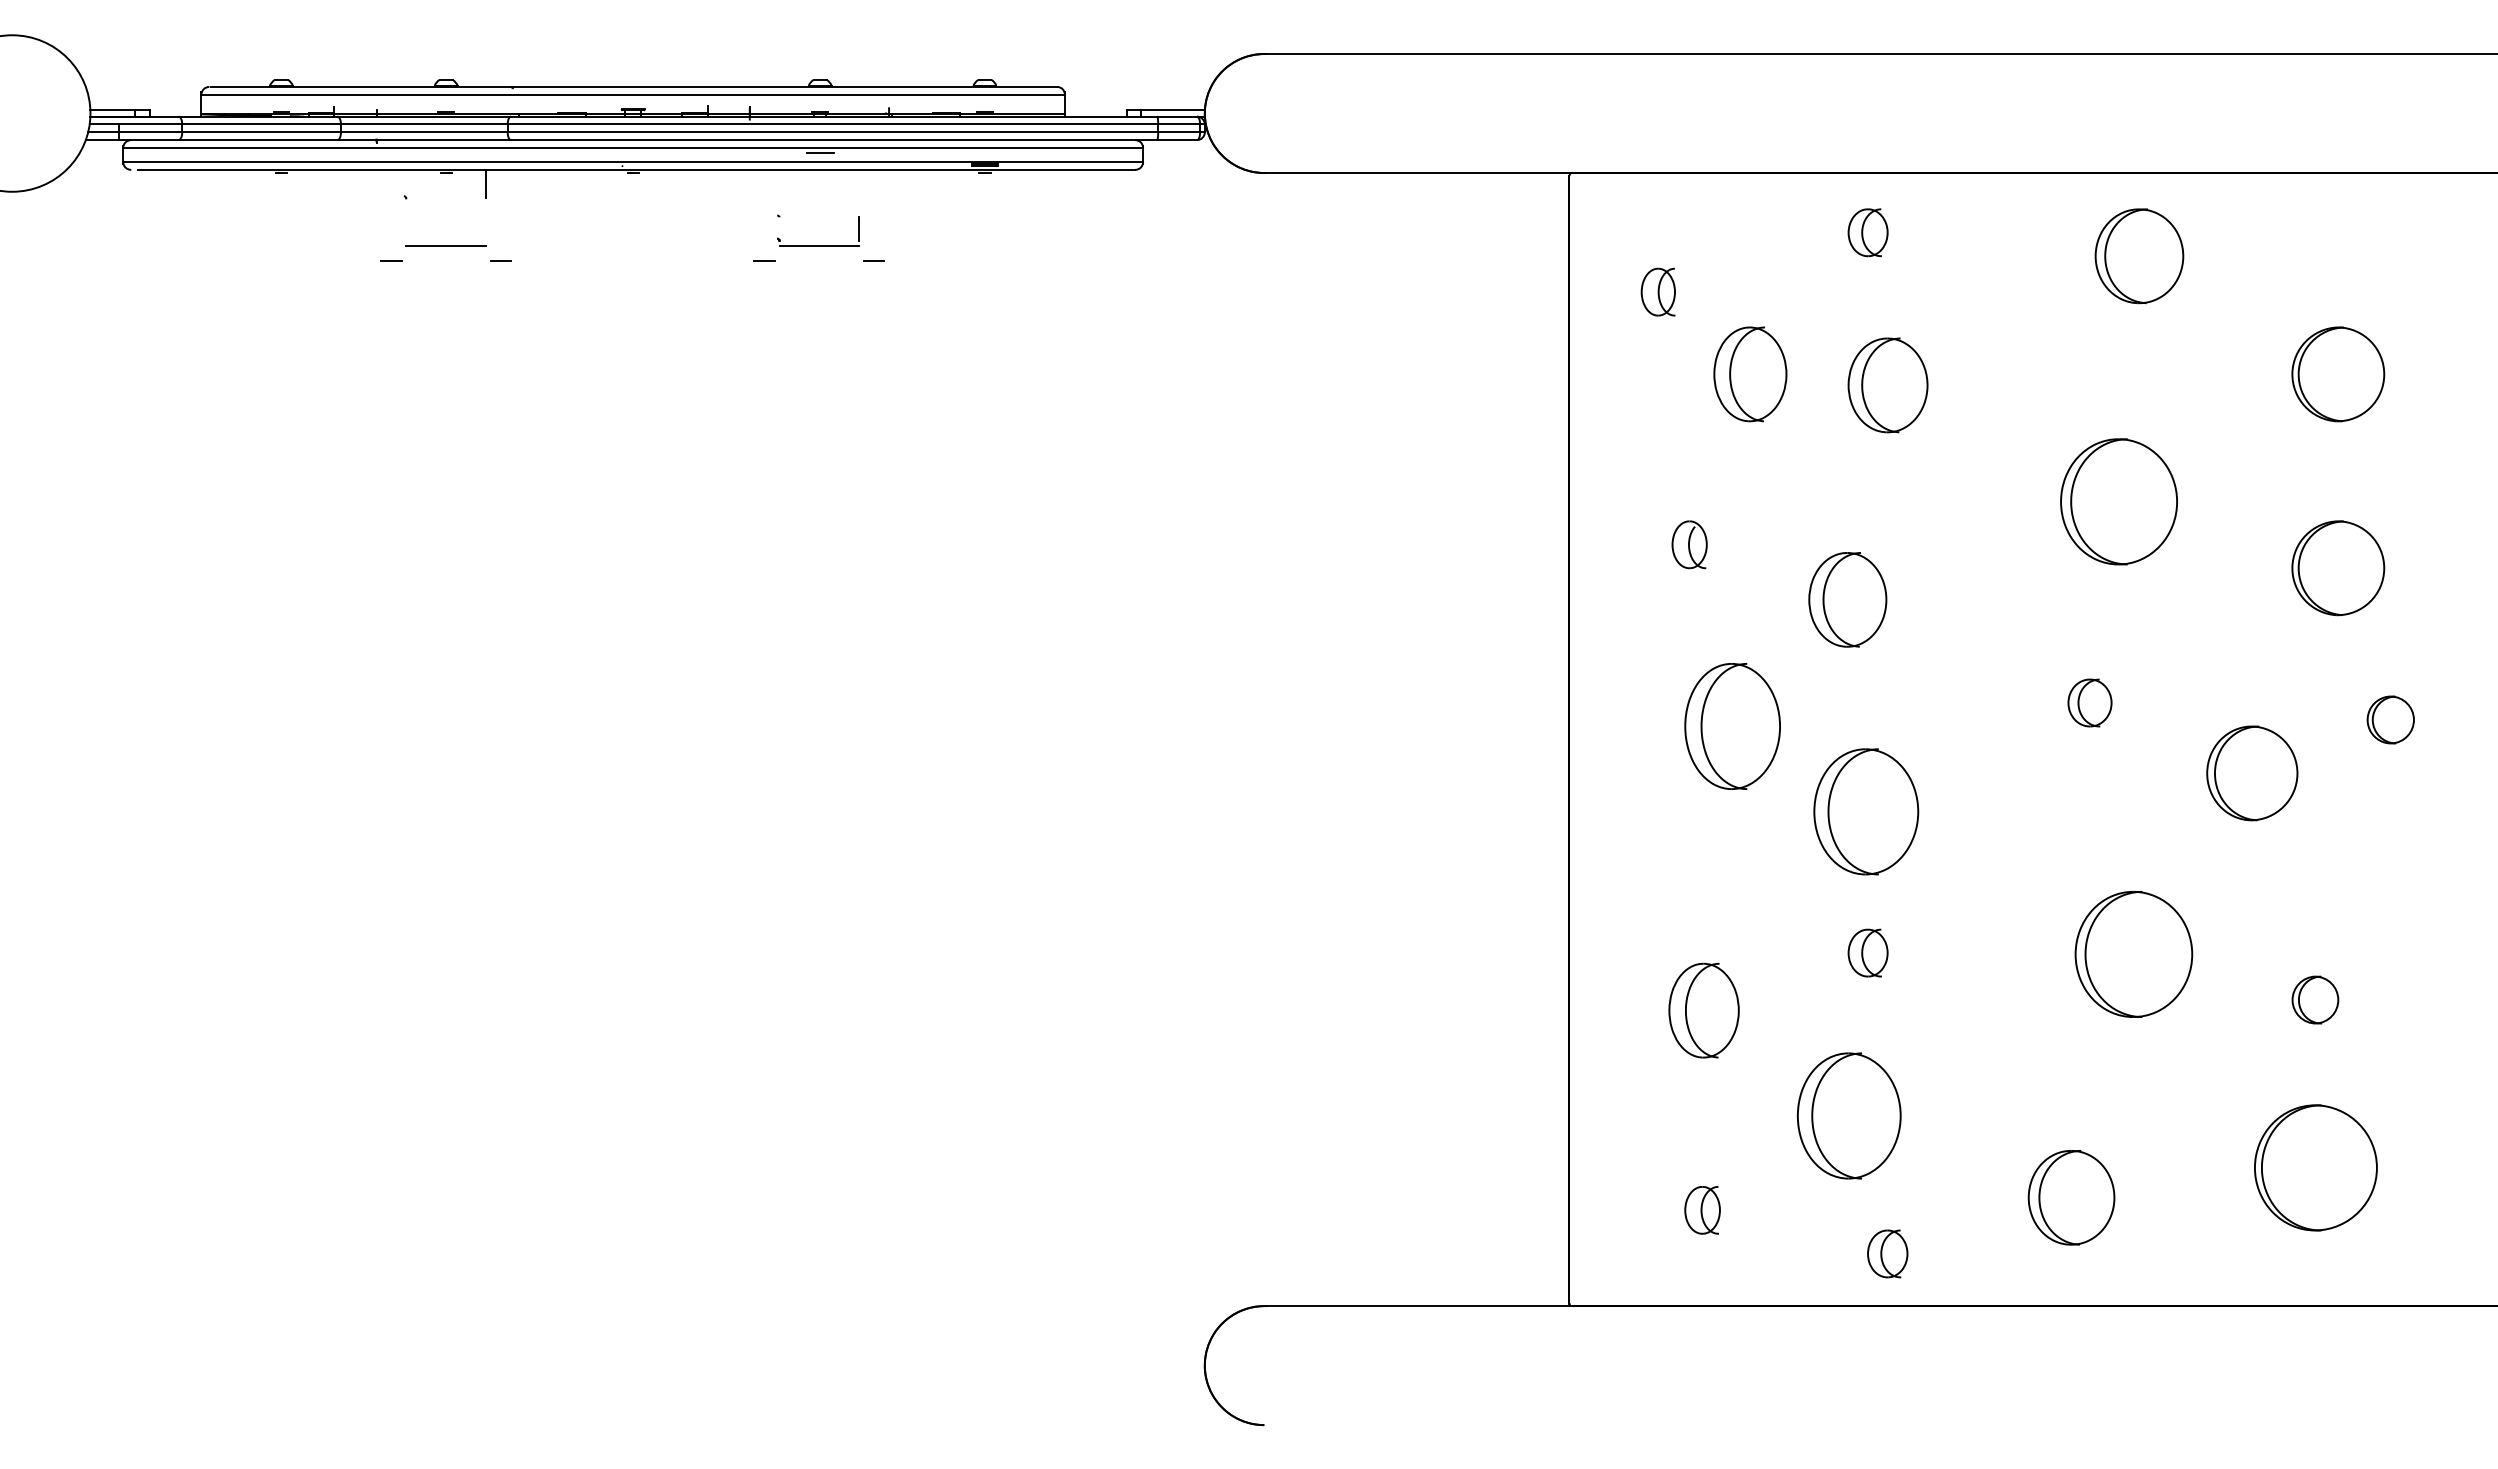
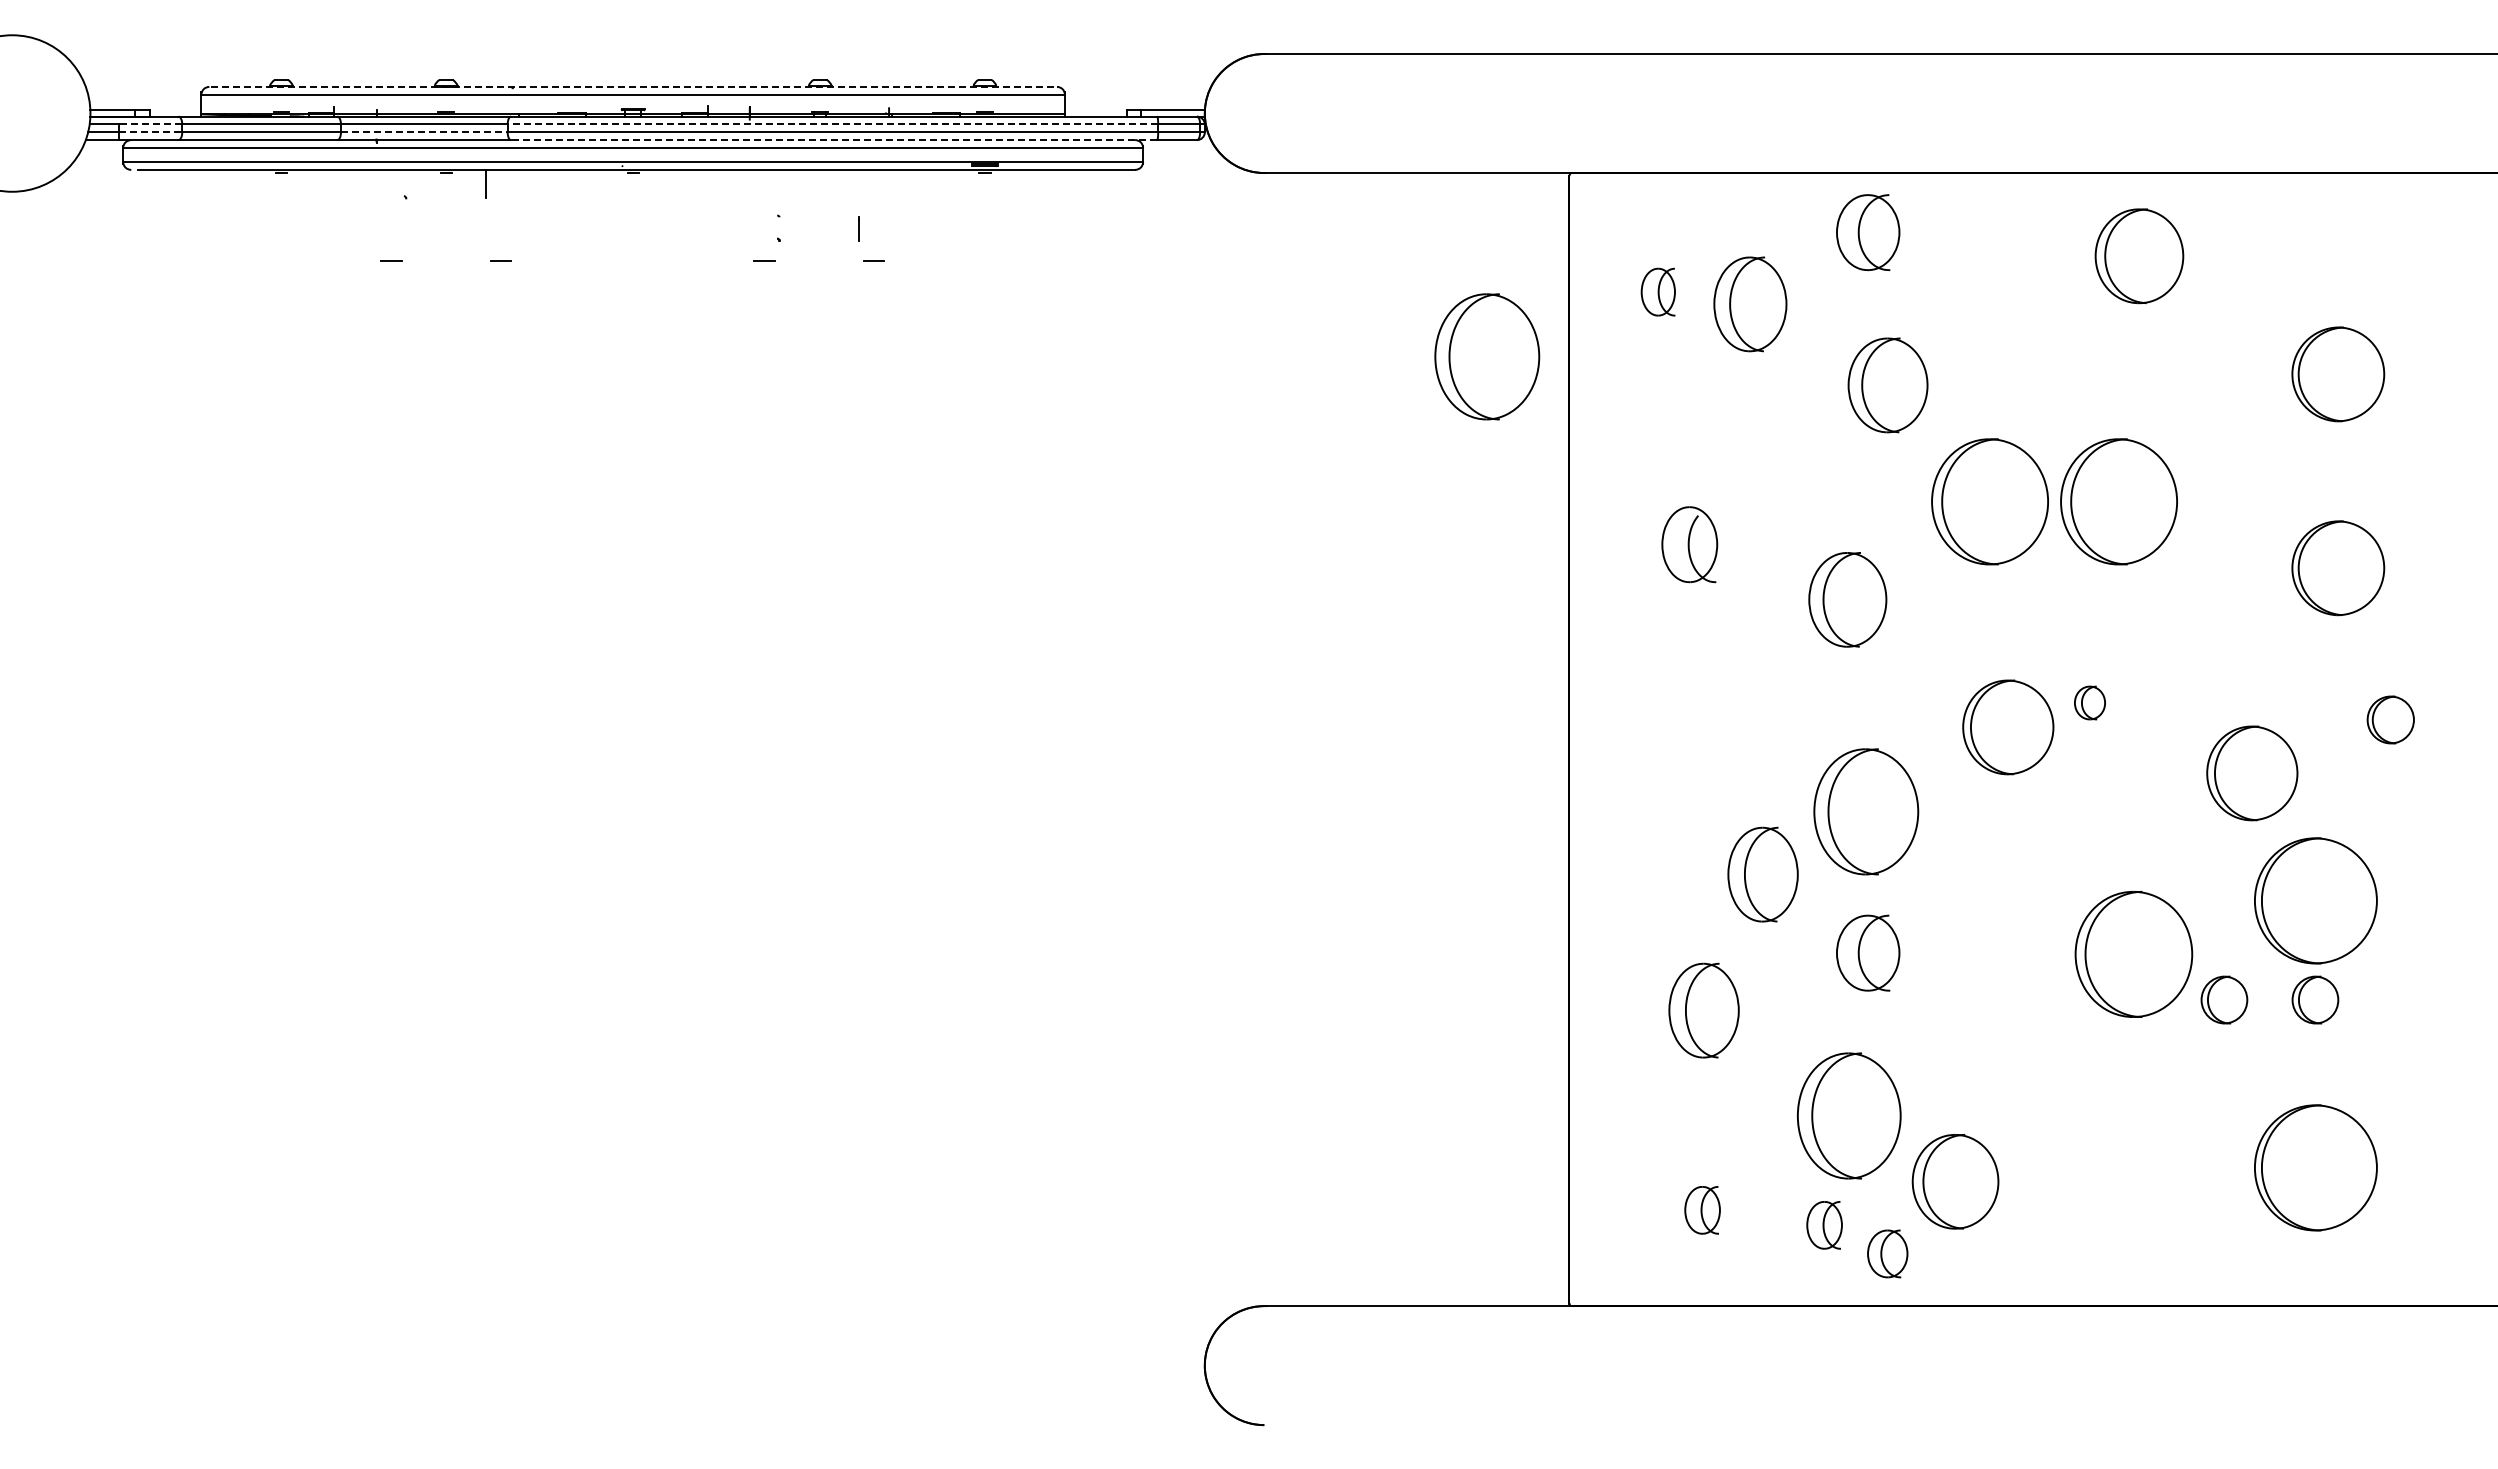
line at (634, 86): solid -> dashed
line at (150, 124): solid -> dashed
line at (832, 124): solid -> dashed
line at (150, 132): solid -> dashed
line at (424, 132): solid -> dashed
line at (833, 140): solid -> dashed
line at (819, 152): present -> none
part at (1867, 232) size: 42x50 px -> 65x78 px
line at (446, 245): present -> none
line at (819, 245): present -> none
part at (1487, 356): none -> present
part at (1750, 374) position: (1750, 374) -> (1750, 304)
part at (1989, 501): none -> present
part at (1689, 544) size: 37x50 px -> 58x78 px
part at (2089, 702) size: 46x50 px -> 32x36 px
part at (1732, 726): present -> none
part at (2008, 727): none -> present
part at (1762, 874): none -> present
part at (2315, 900): none -> present
part at (1867, 952) size: 42x50 px -> 65x78 px
part at (2224, 999): none -> present
part at (2071, 1197) position: (2071, 1197) -> (1955, 1181)
part at (1824, 1225): none -> present
